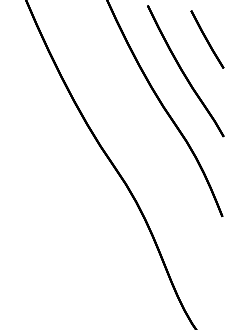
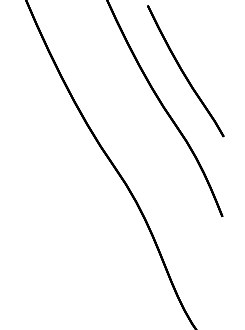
line at (207, 39): present -> none
